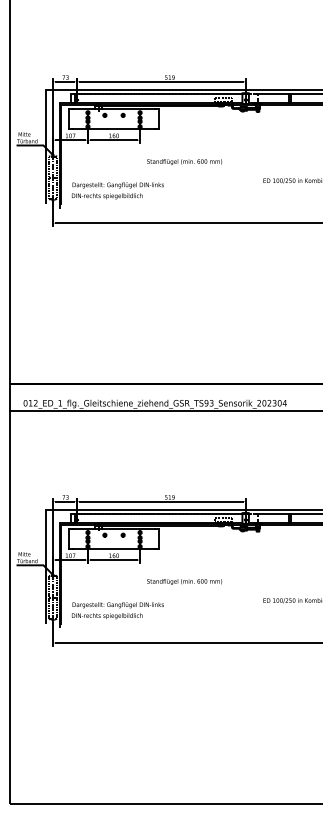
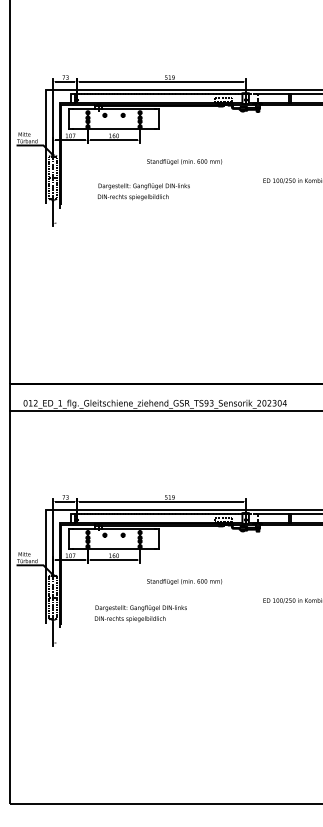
text at (117, 190) position: (117, 190) -> (143, 191)
line at (187, 223): present -> none
text at (117, 610) position: (117, 610) -> (140, 613)
line at (187, 643): present -> none
